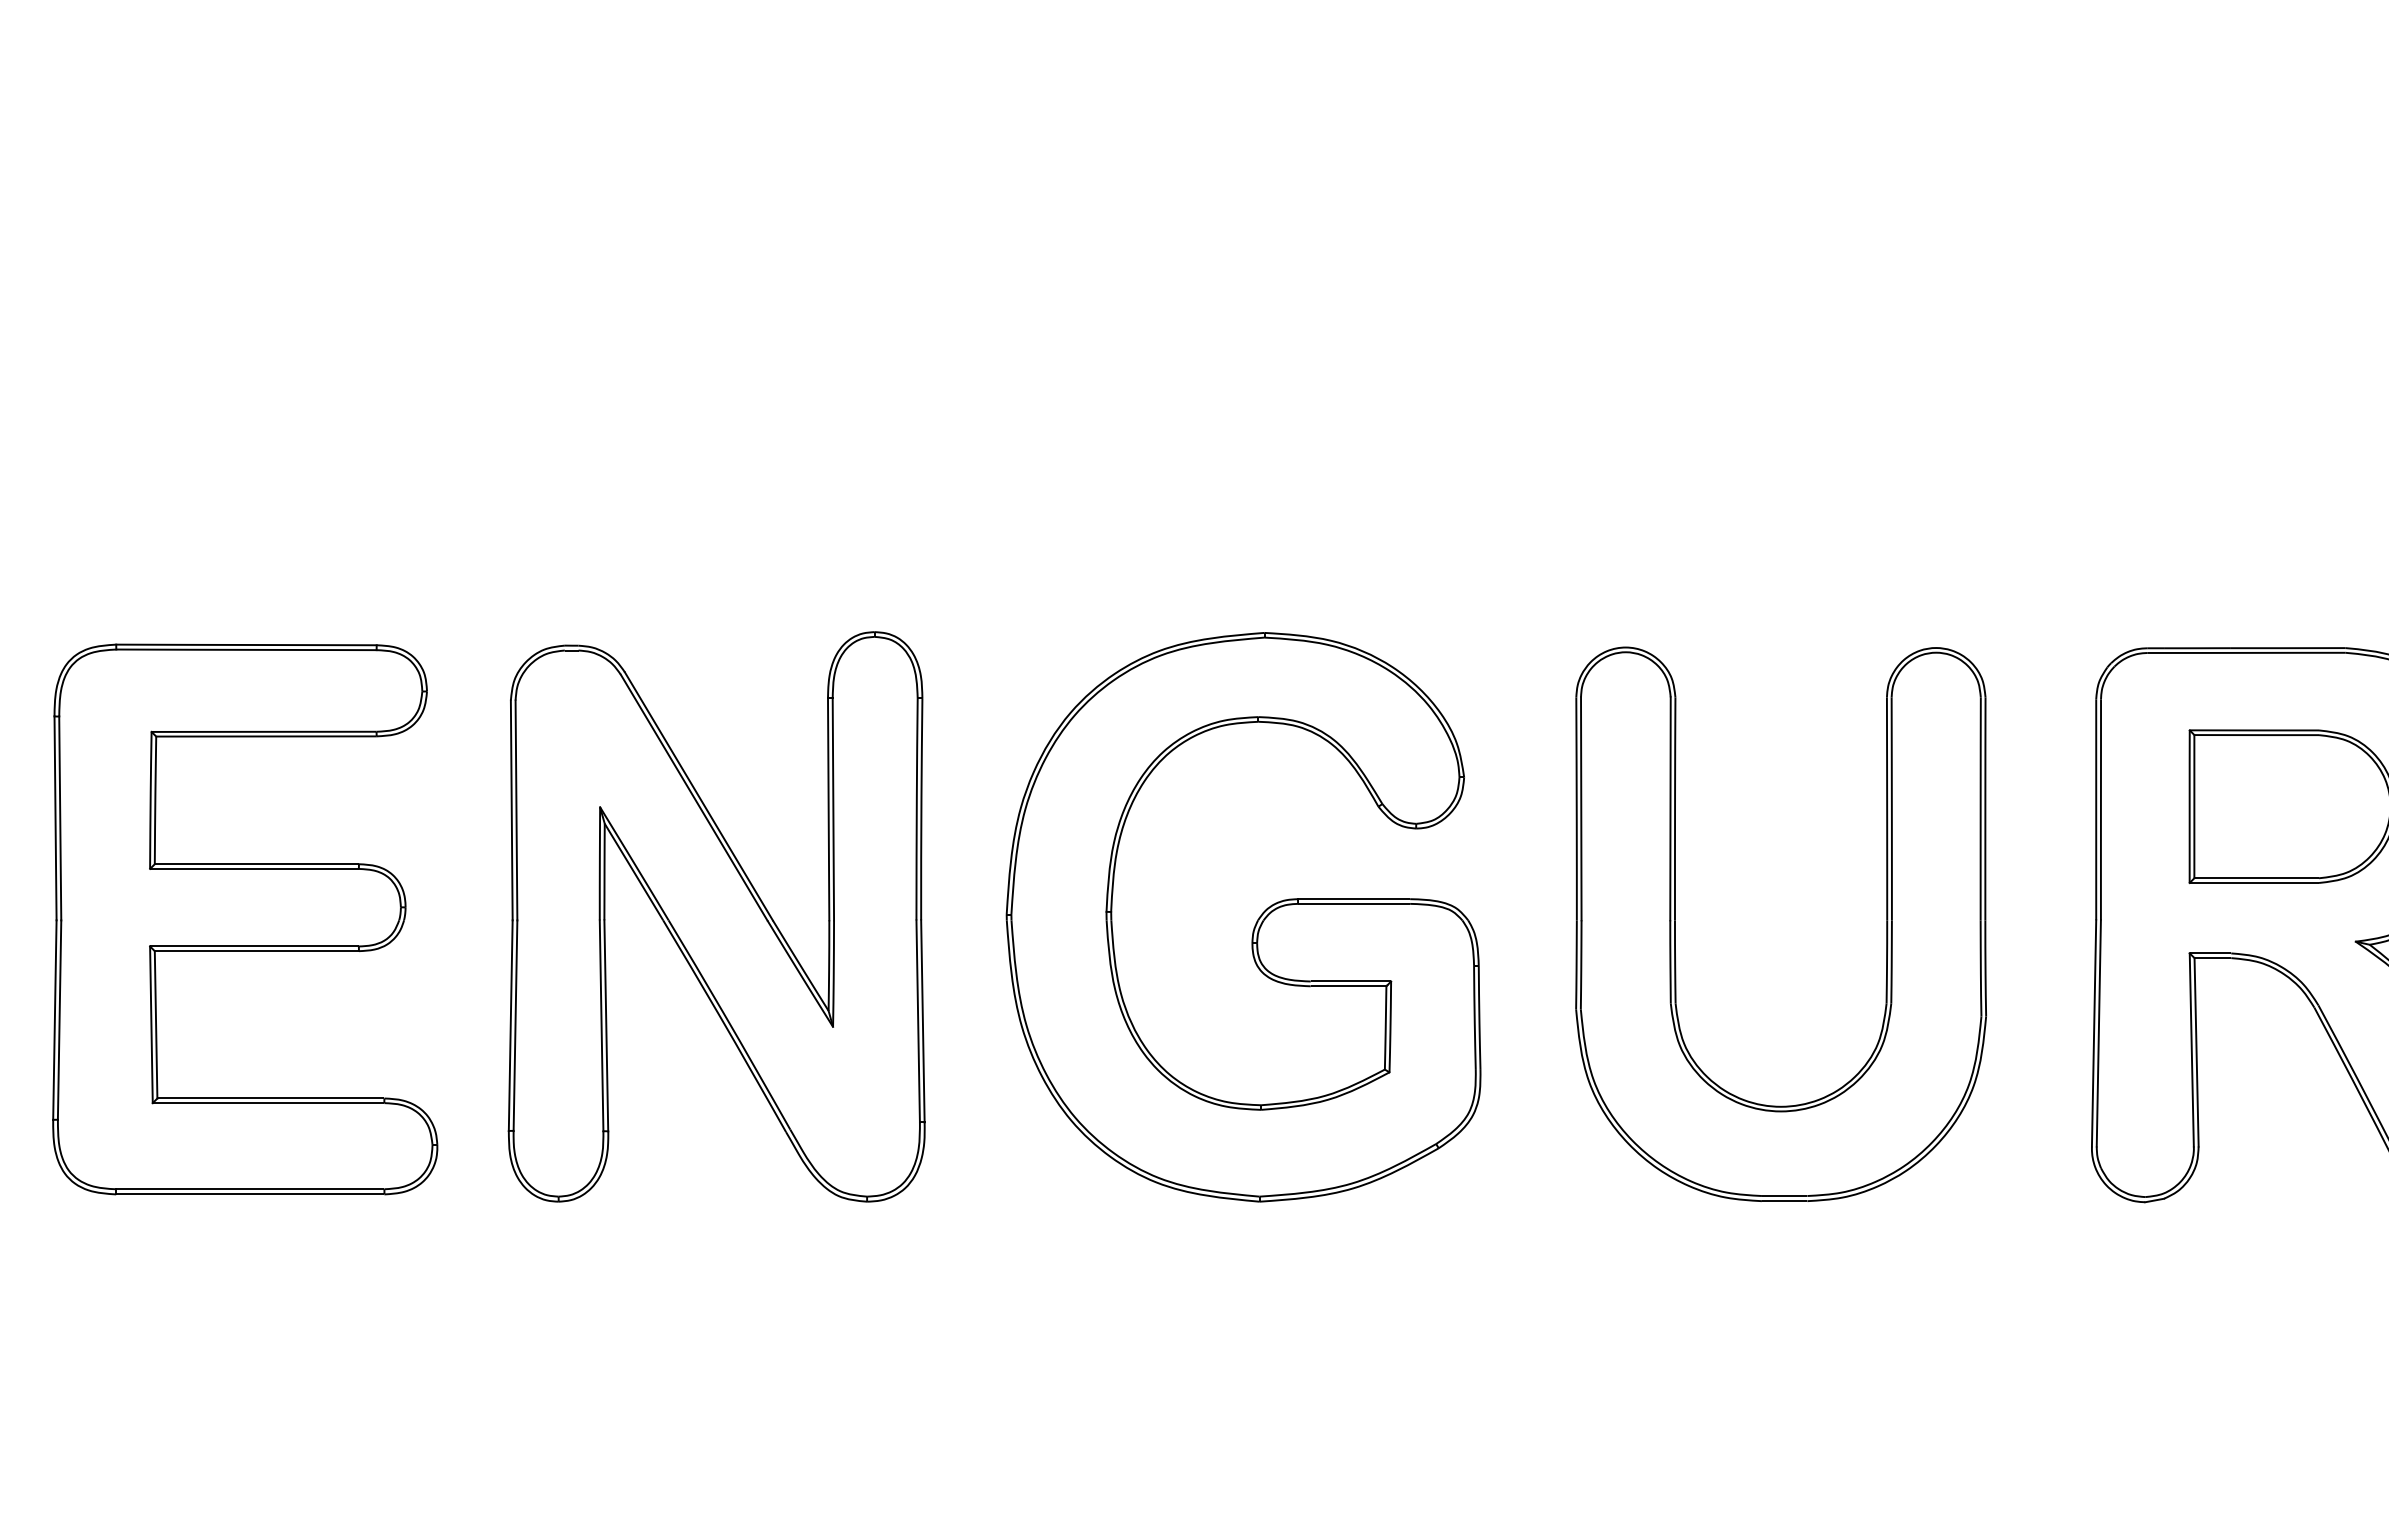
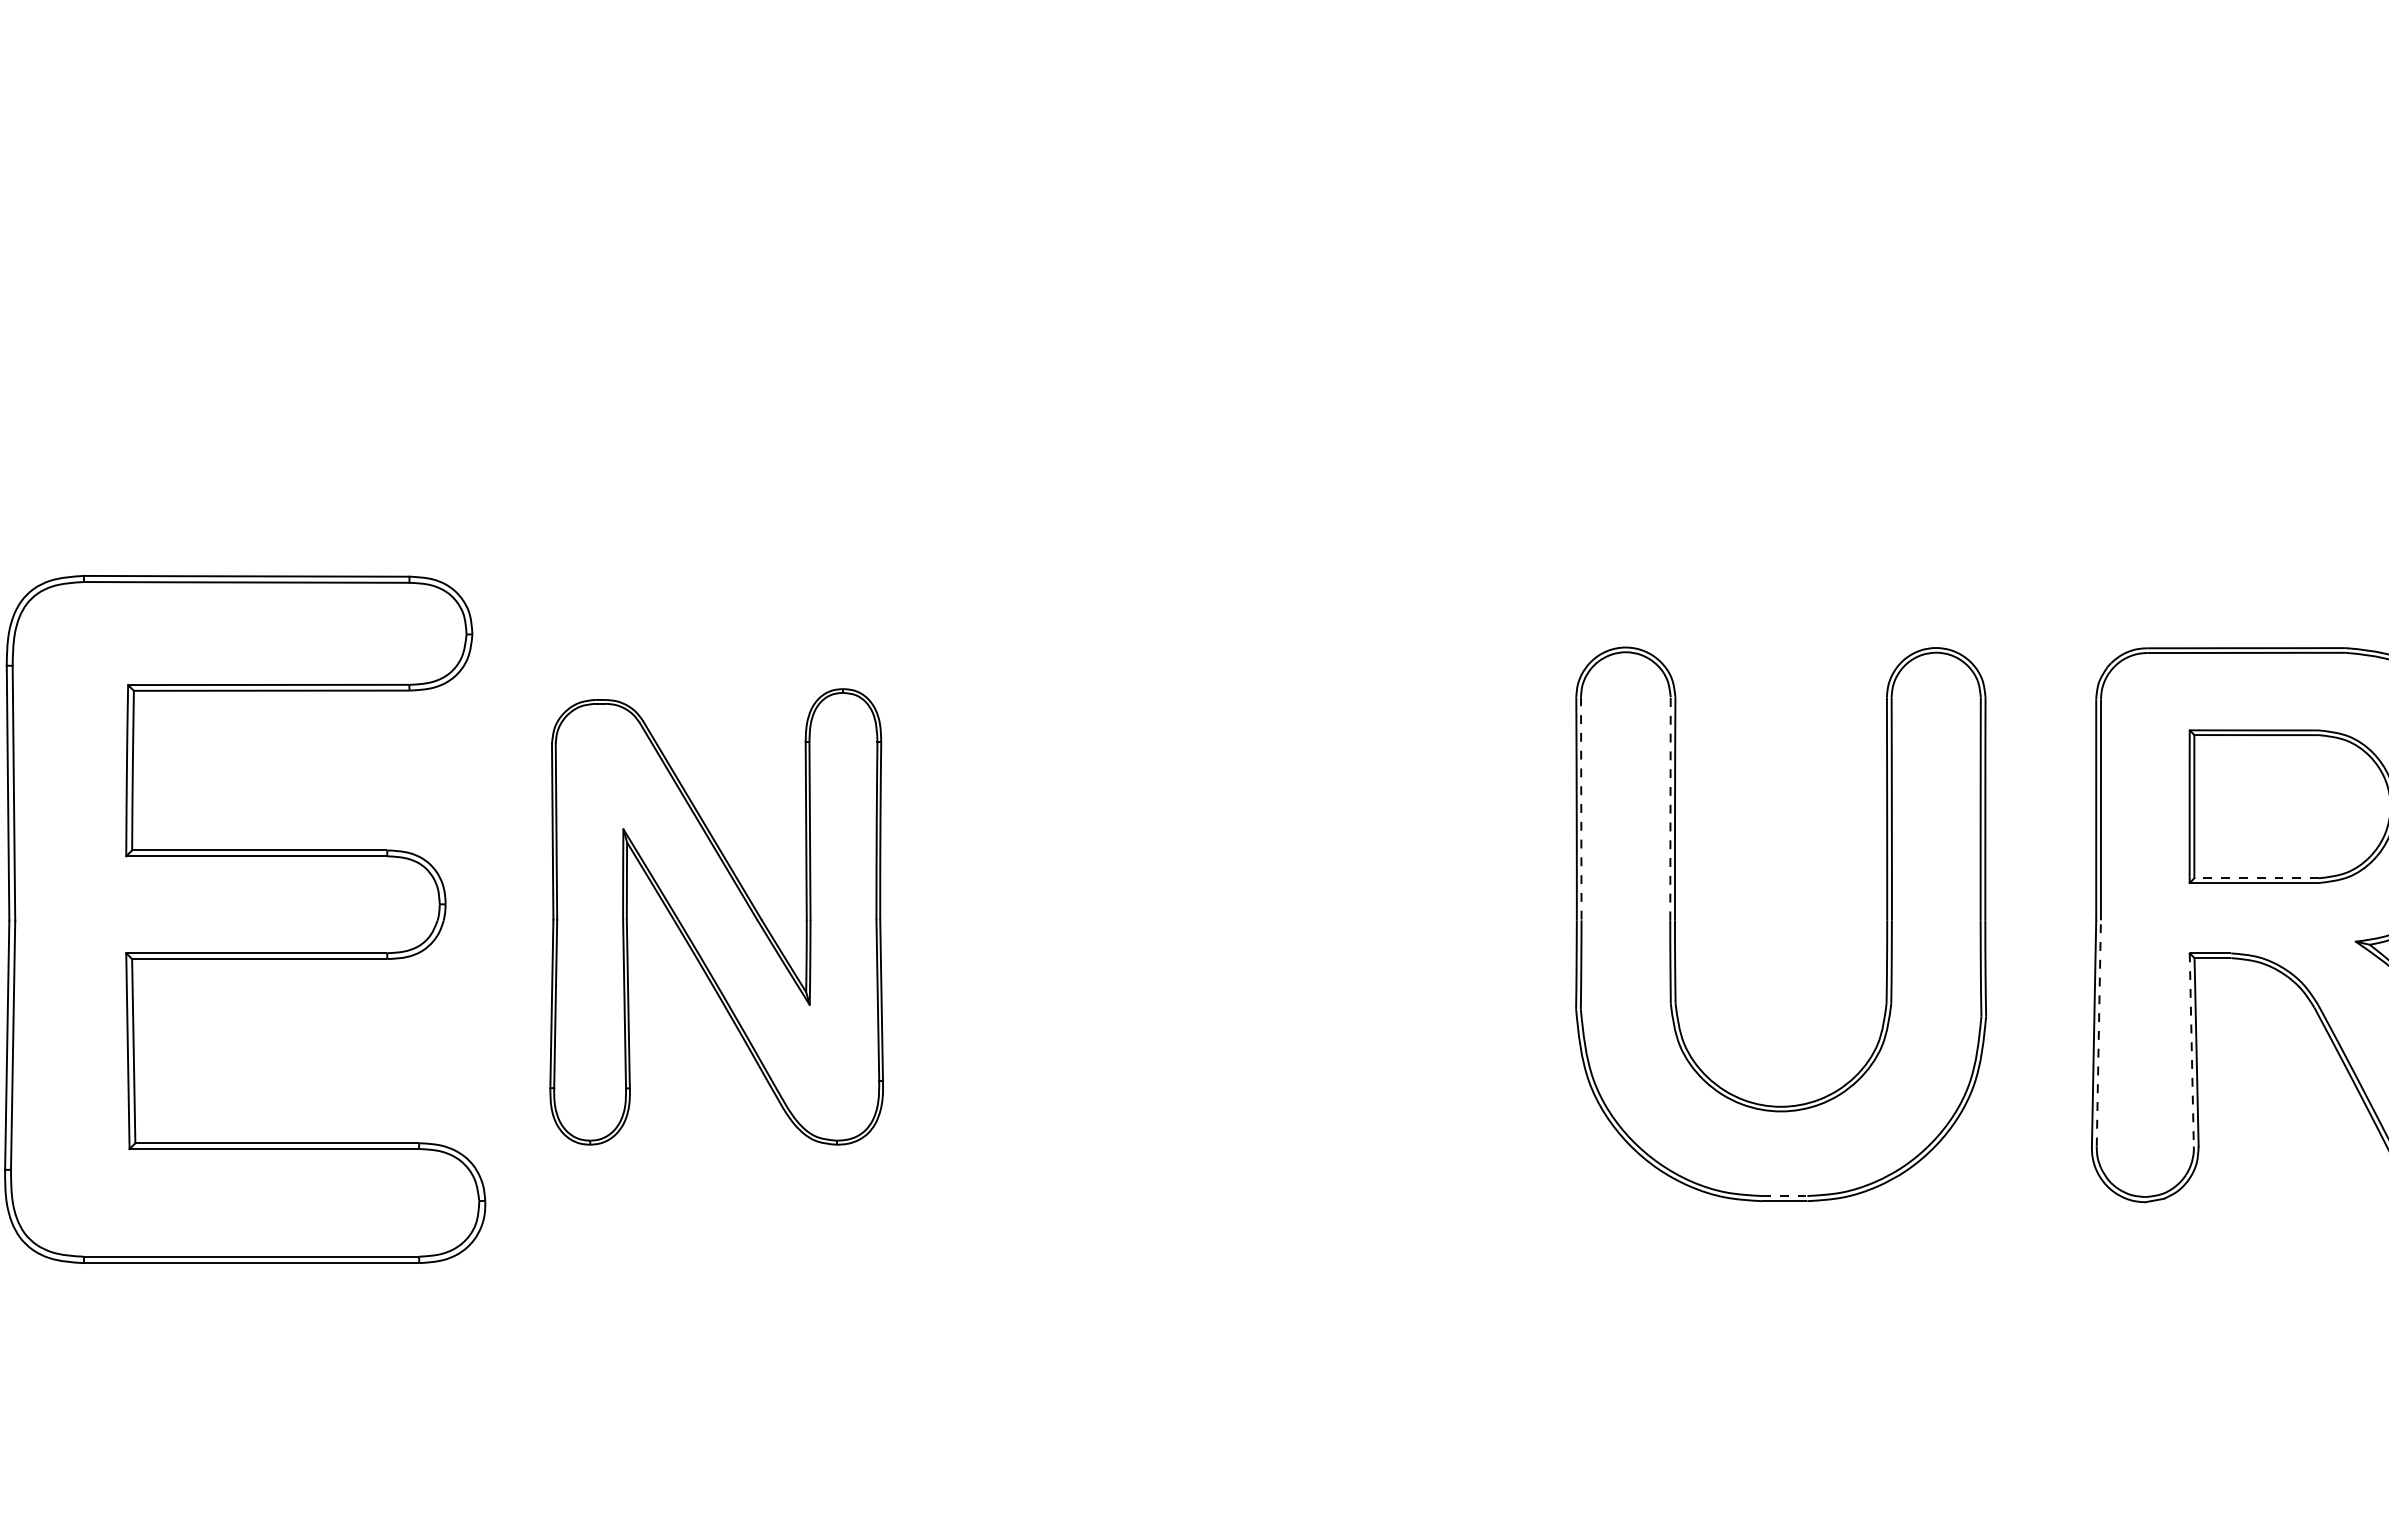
line at (1670, 808): solid -> dashed
line at (1581, 809): solid -> dashed
line at (2256, 878): solid -> dashed
part at (716, 916) size: 419x572 px -> 335x458 px
part at (245, 919) size: 387x553 px -> 483x689 px
part at (1255, 923): present -> none
line at (2098, 1032): solid -> dashed
line at (2191, 1049): solid -> dashed
line at (1785, 1196): solid -> dashed
